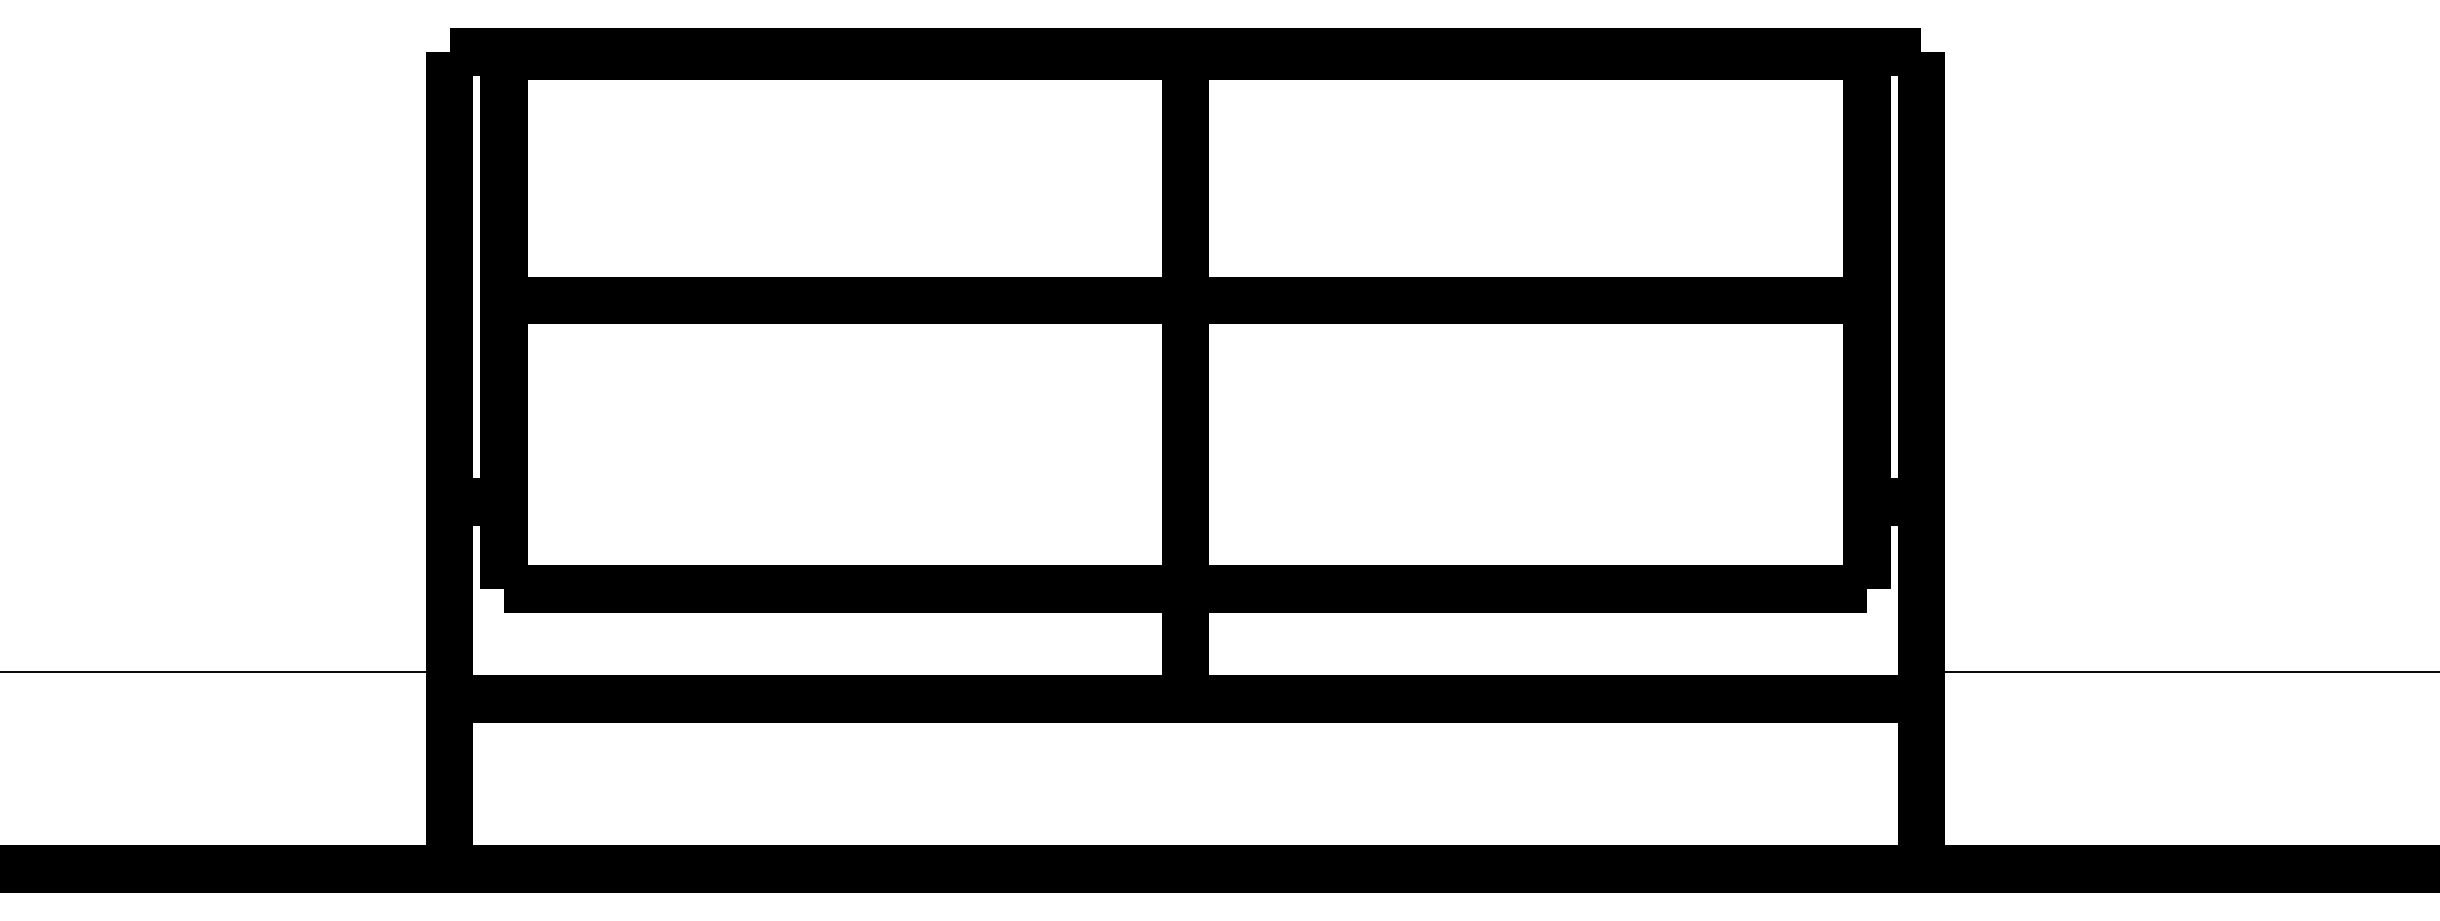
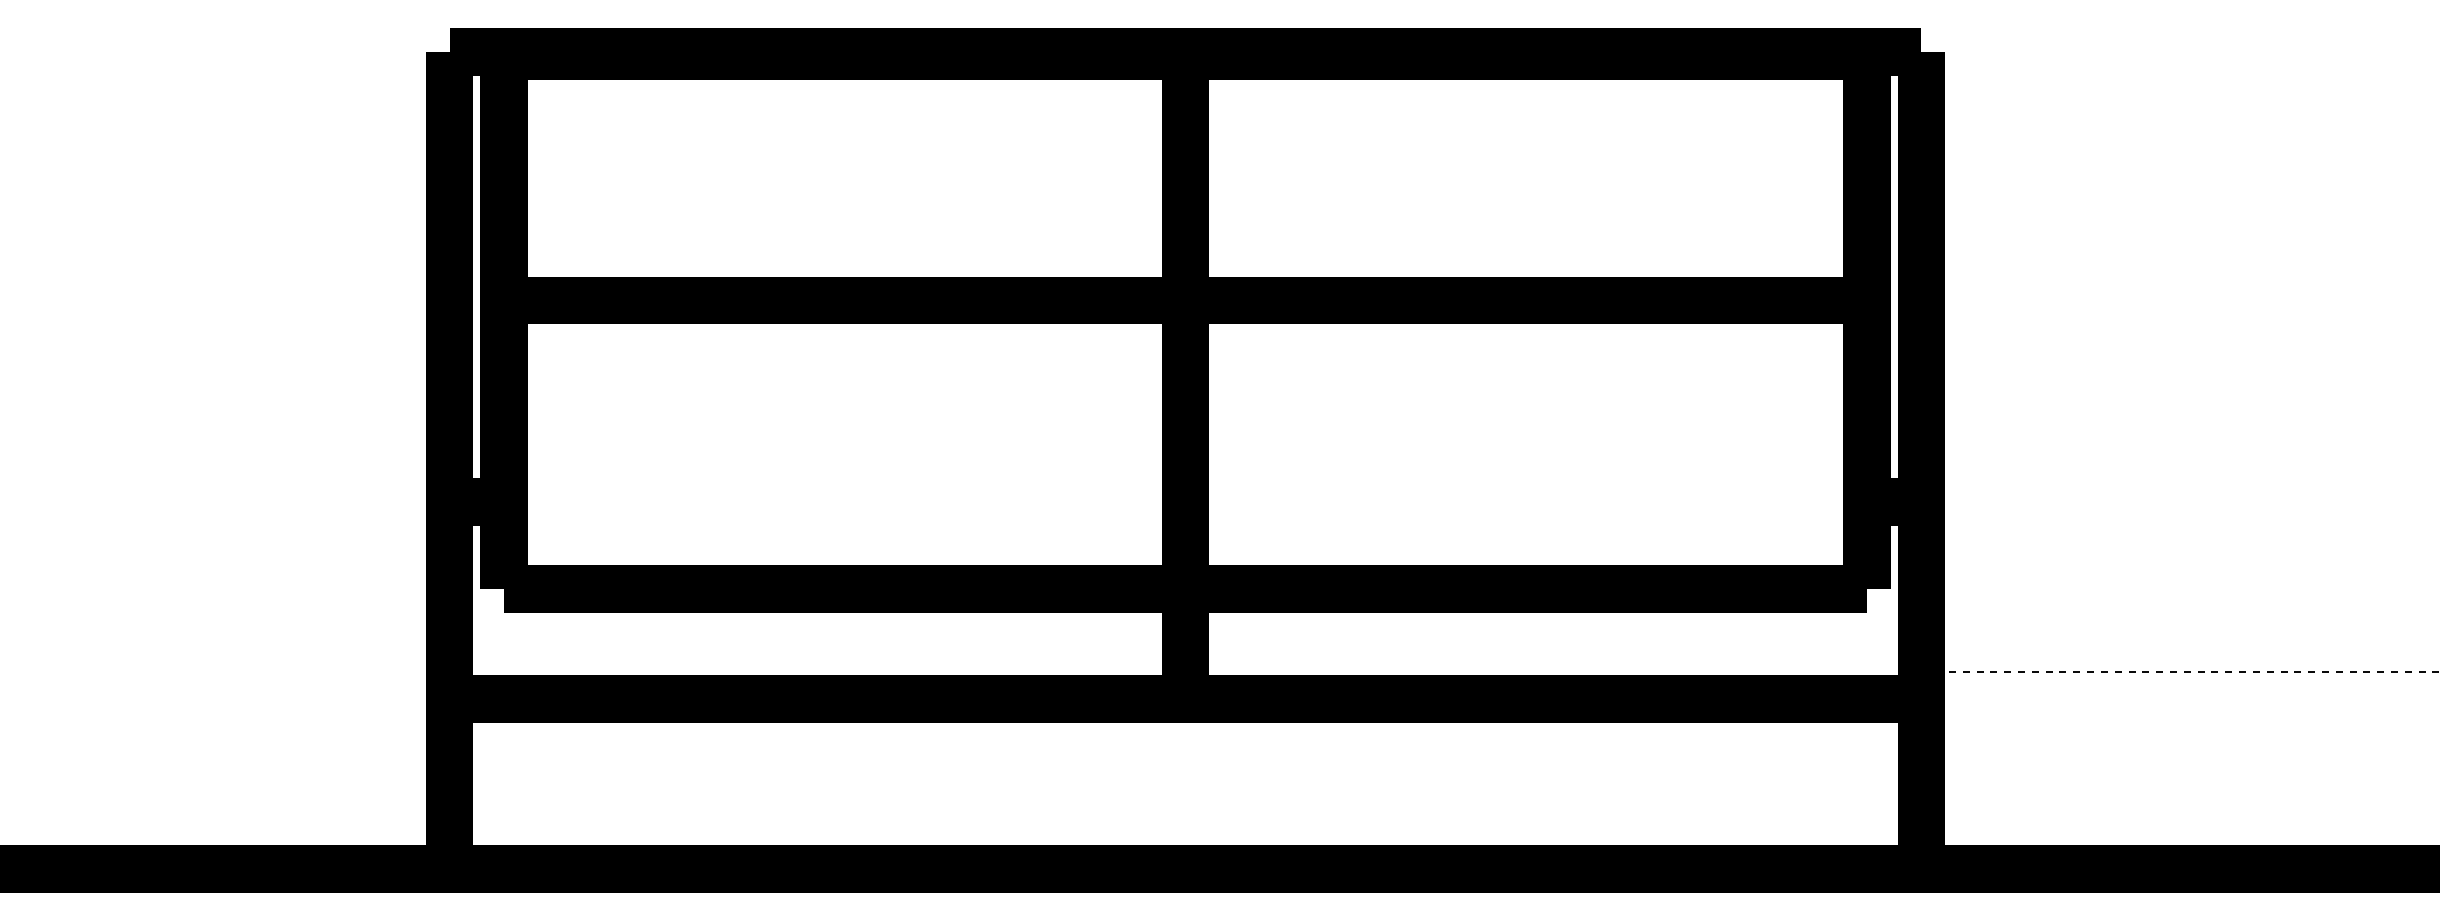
line at (225, 672): present -> none
line at (2180, 672): solid -> dashed
